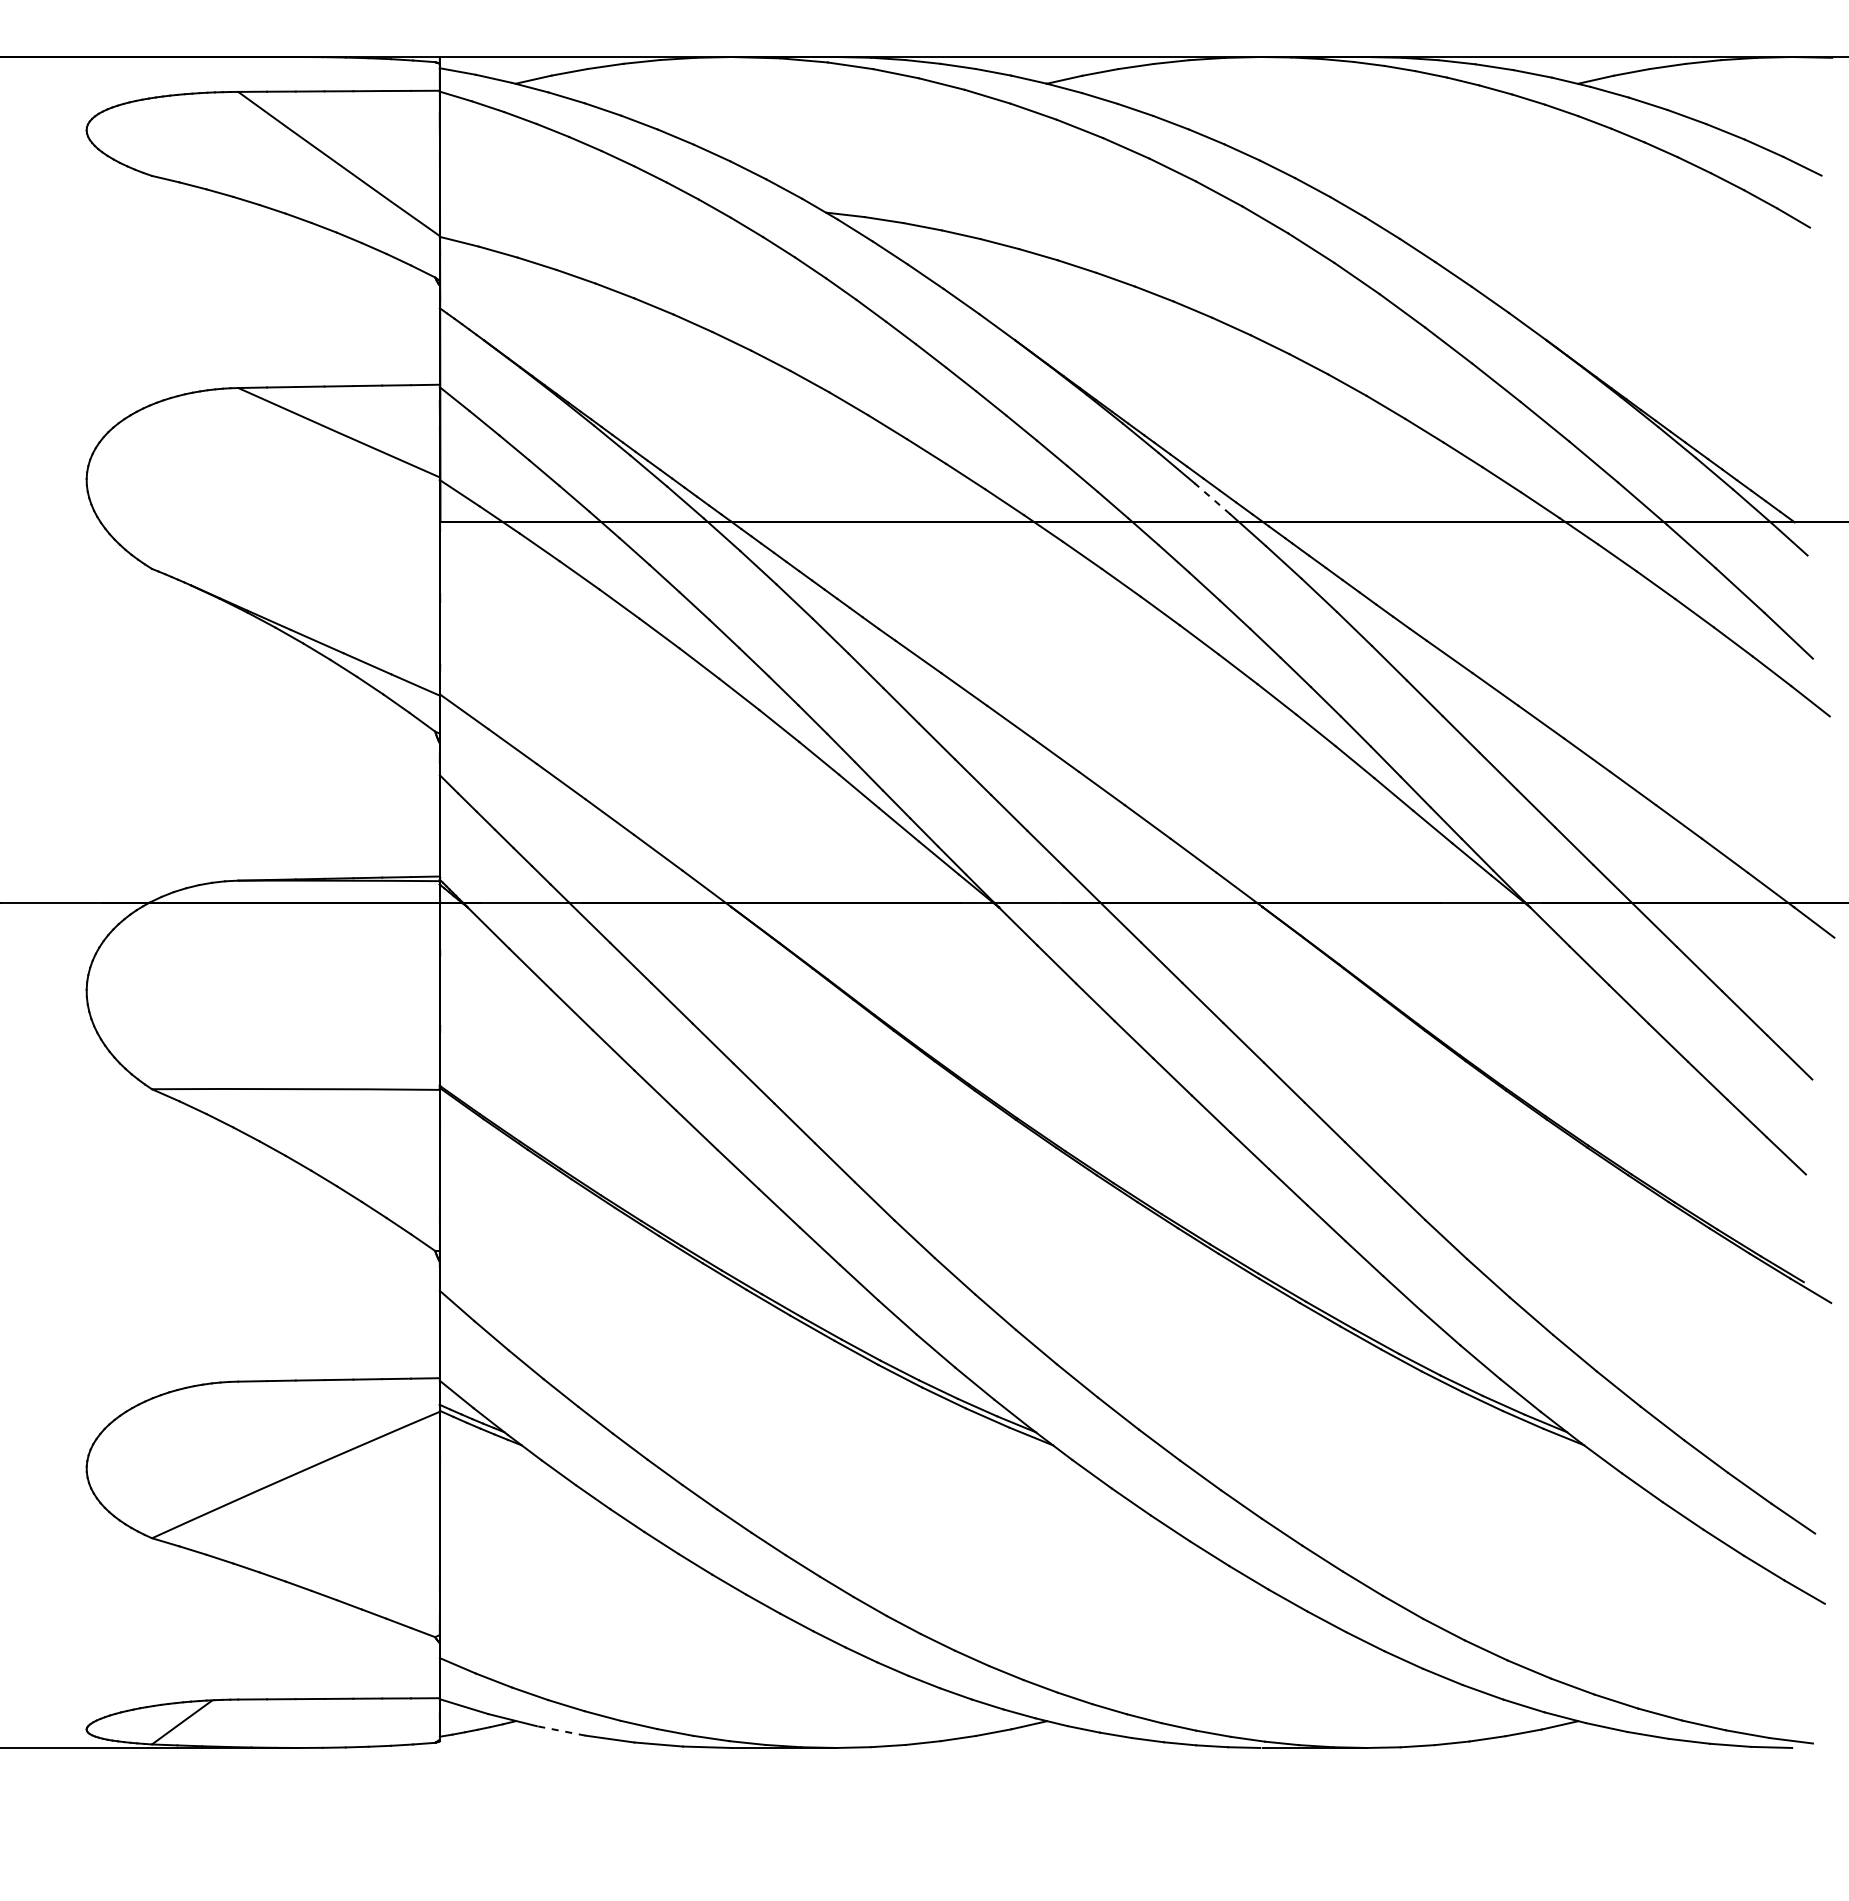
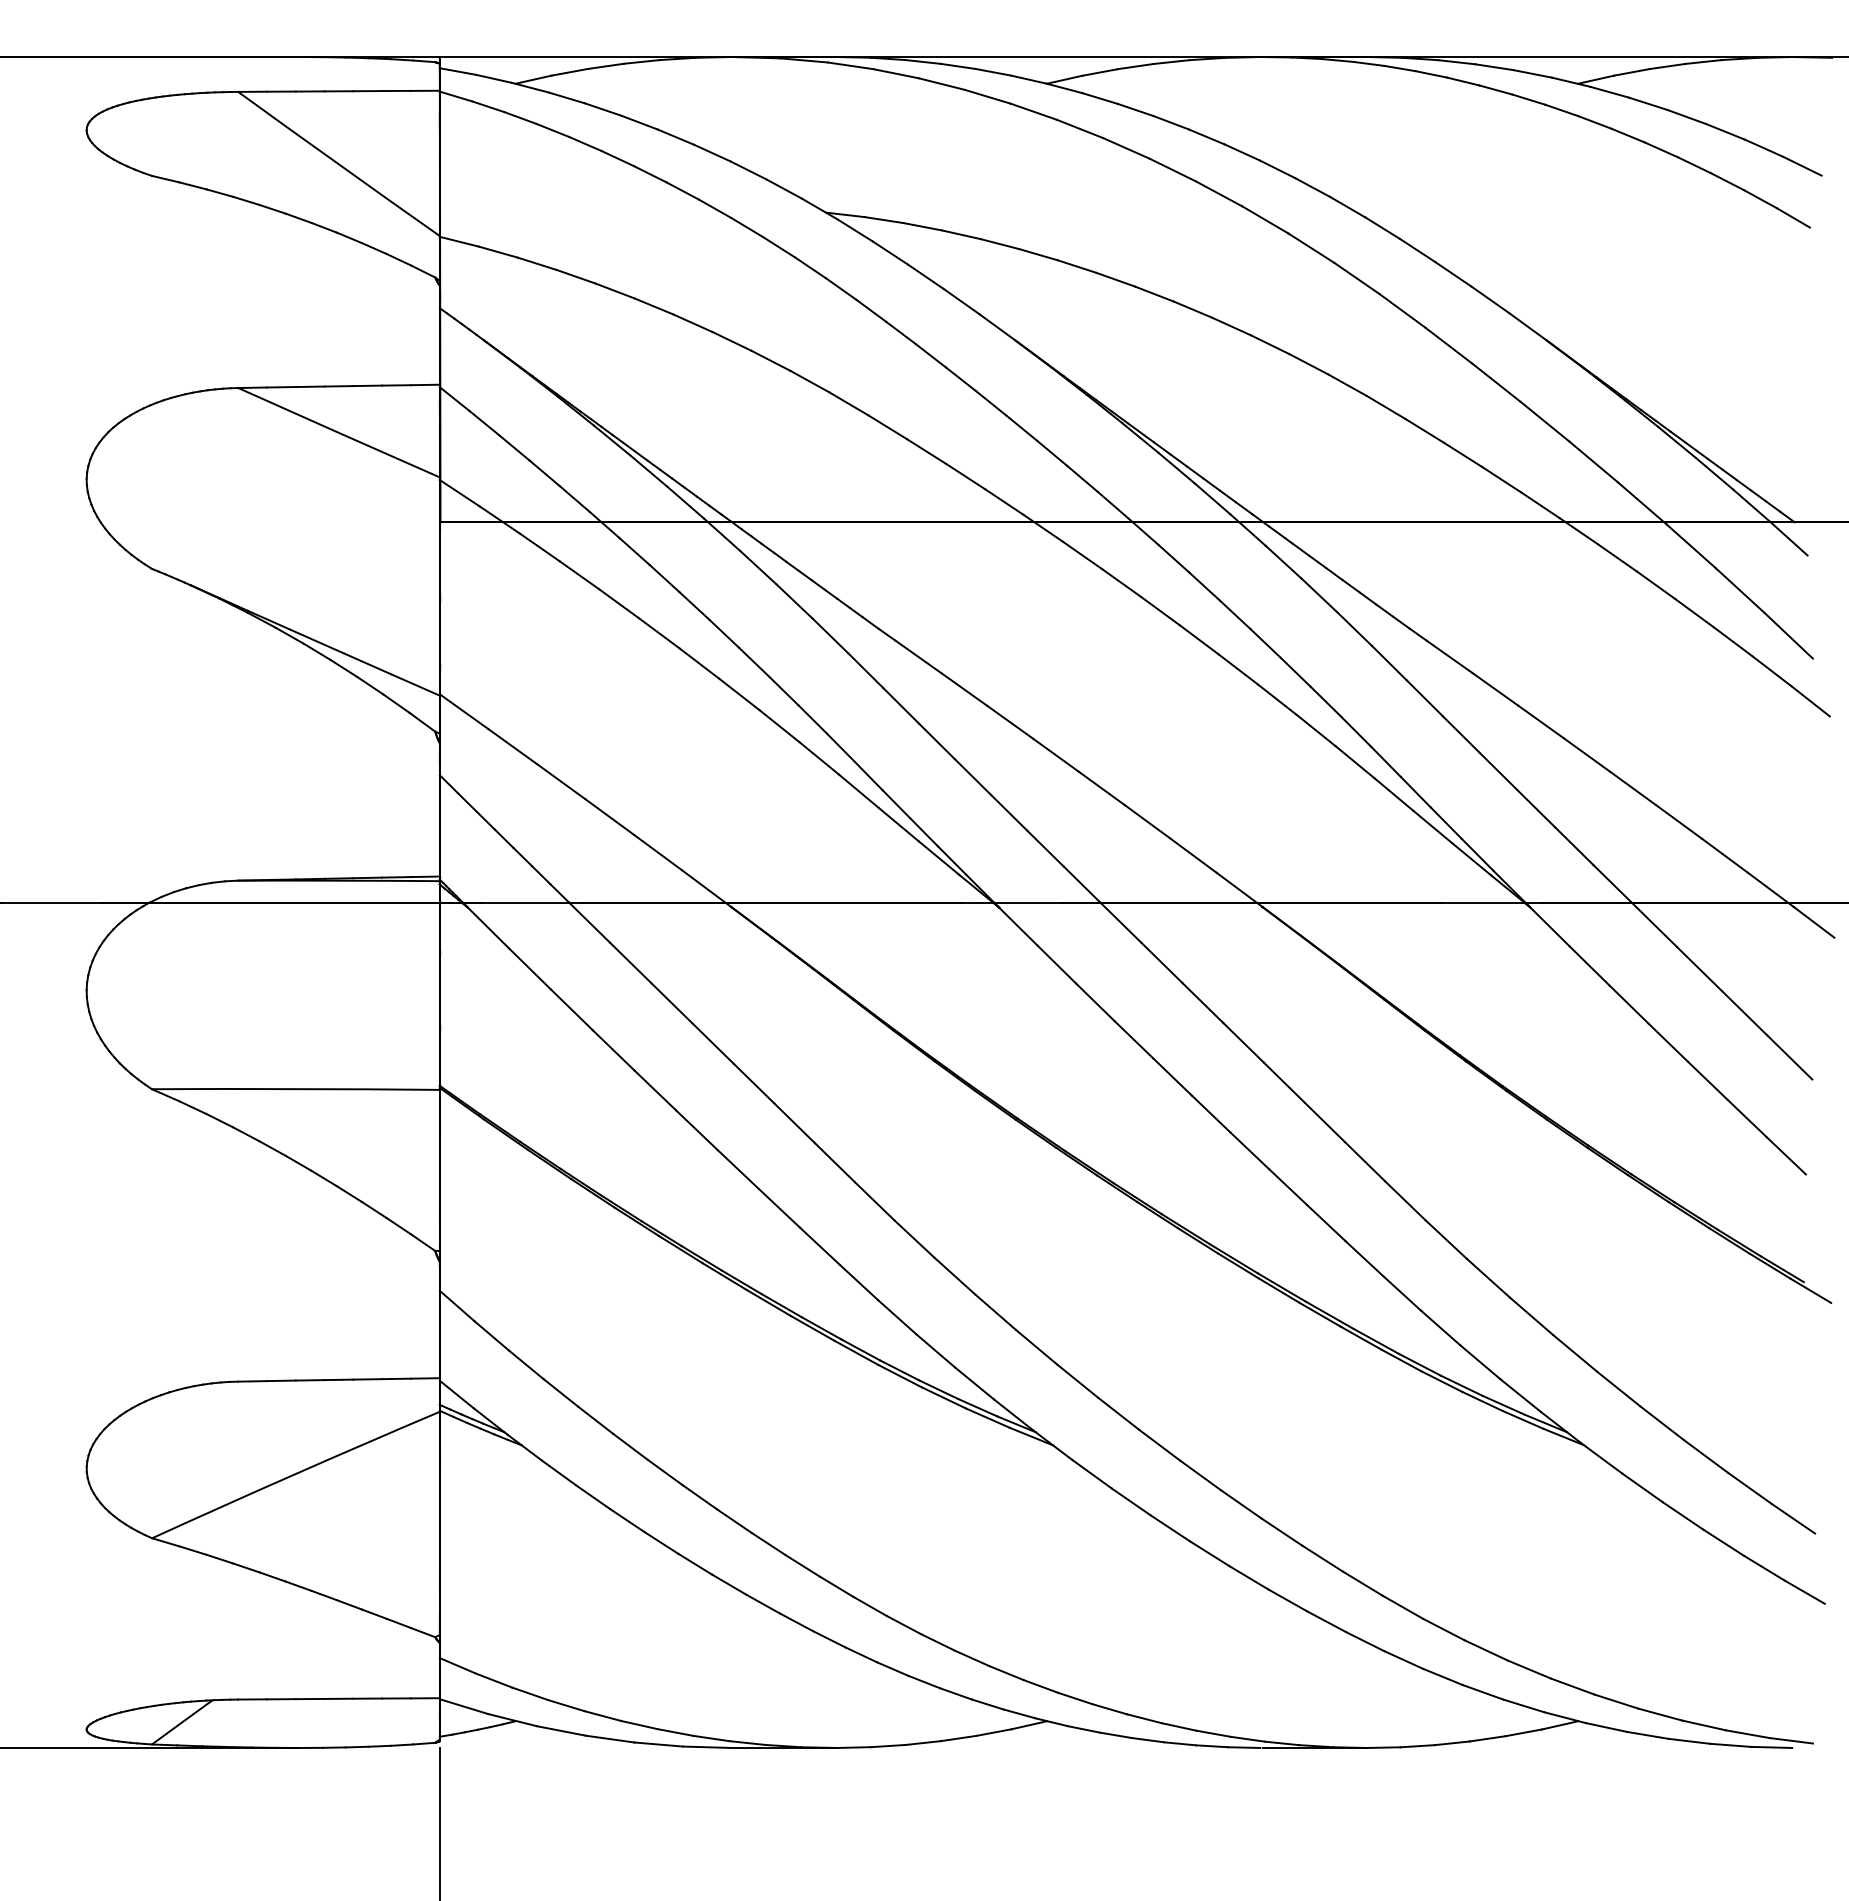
line at (1212, 498): dashed -> solid
line at (561, 1730): dashed -> solid
line at (439, 1822): none -> present
